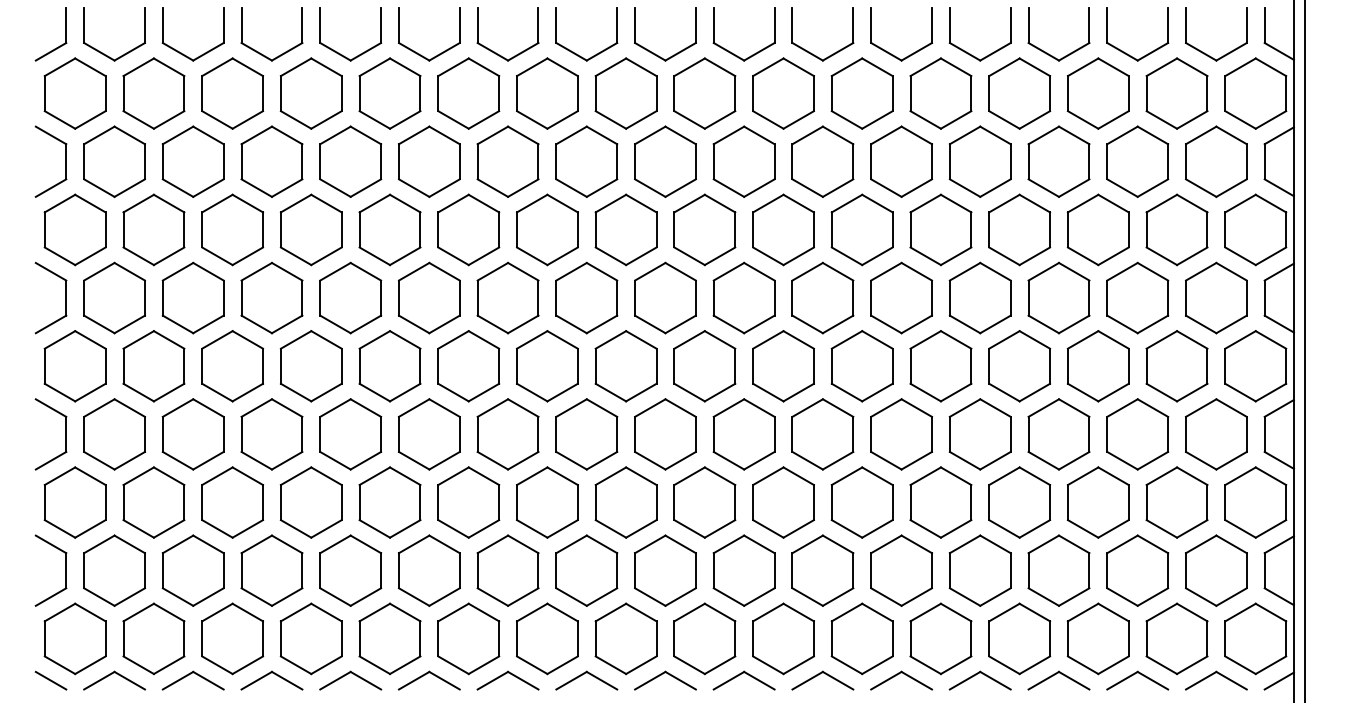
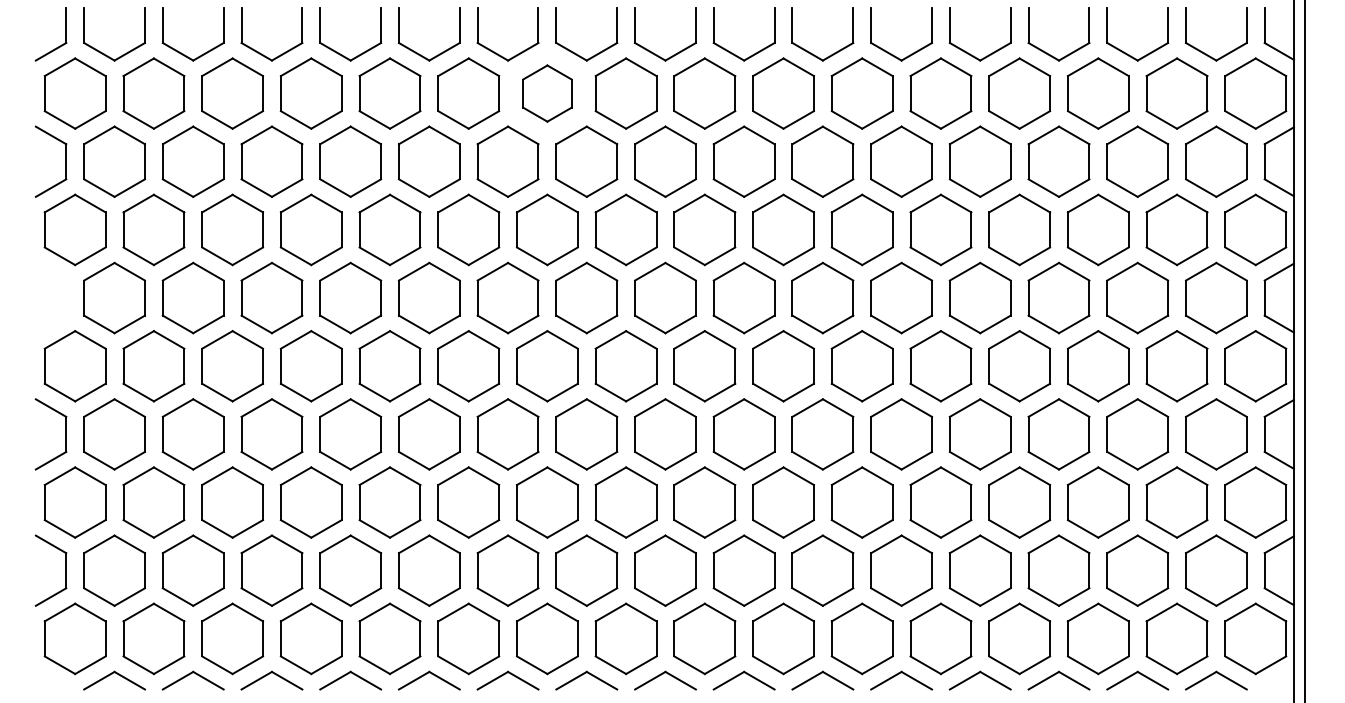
part at (547, 93) size: 63x73 px -> 51x59 px
part at (65, 297): present -> none
line at (50, 680): present -> none
line at (1278, 680): present -> none
